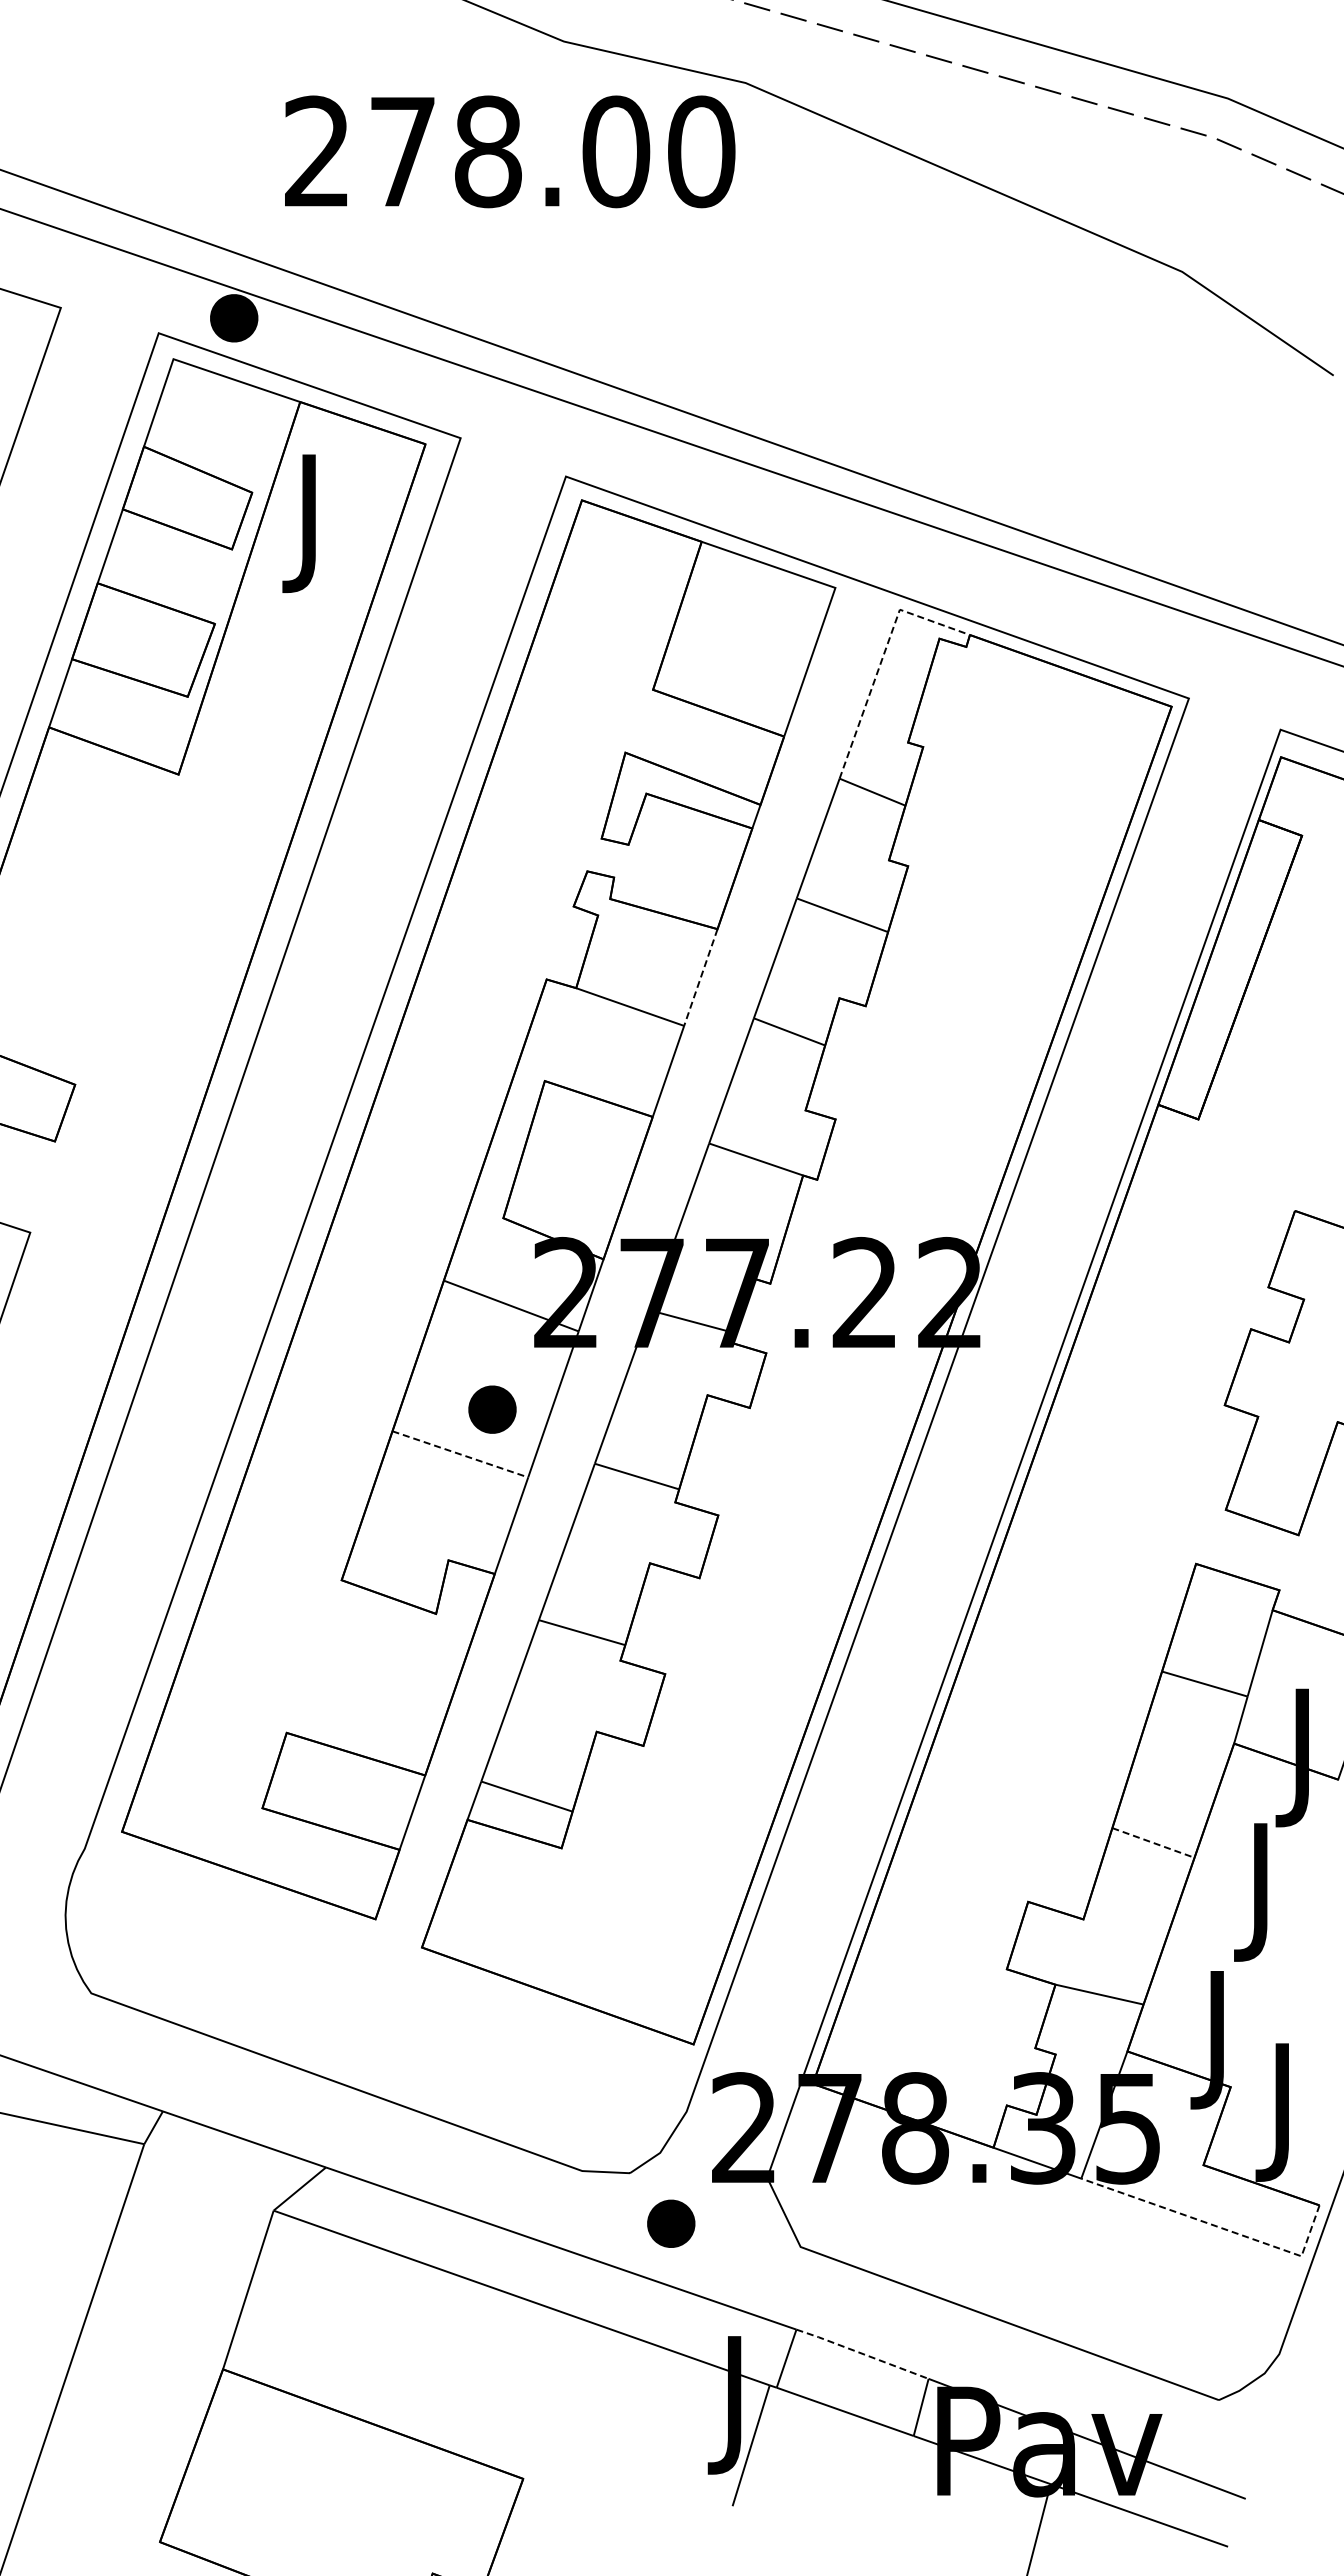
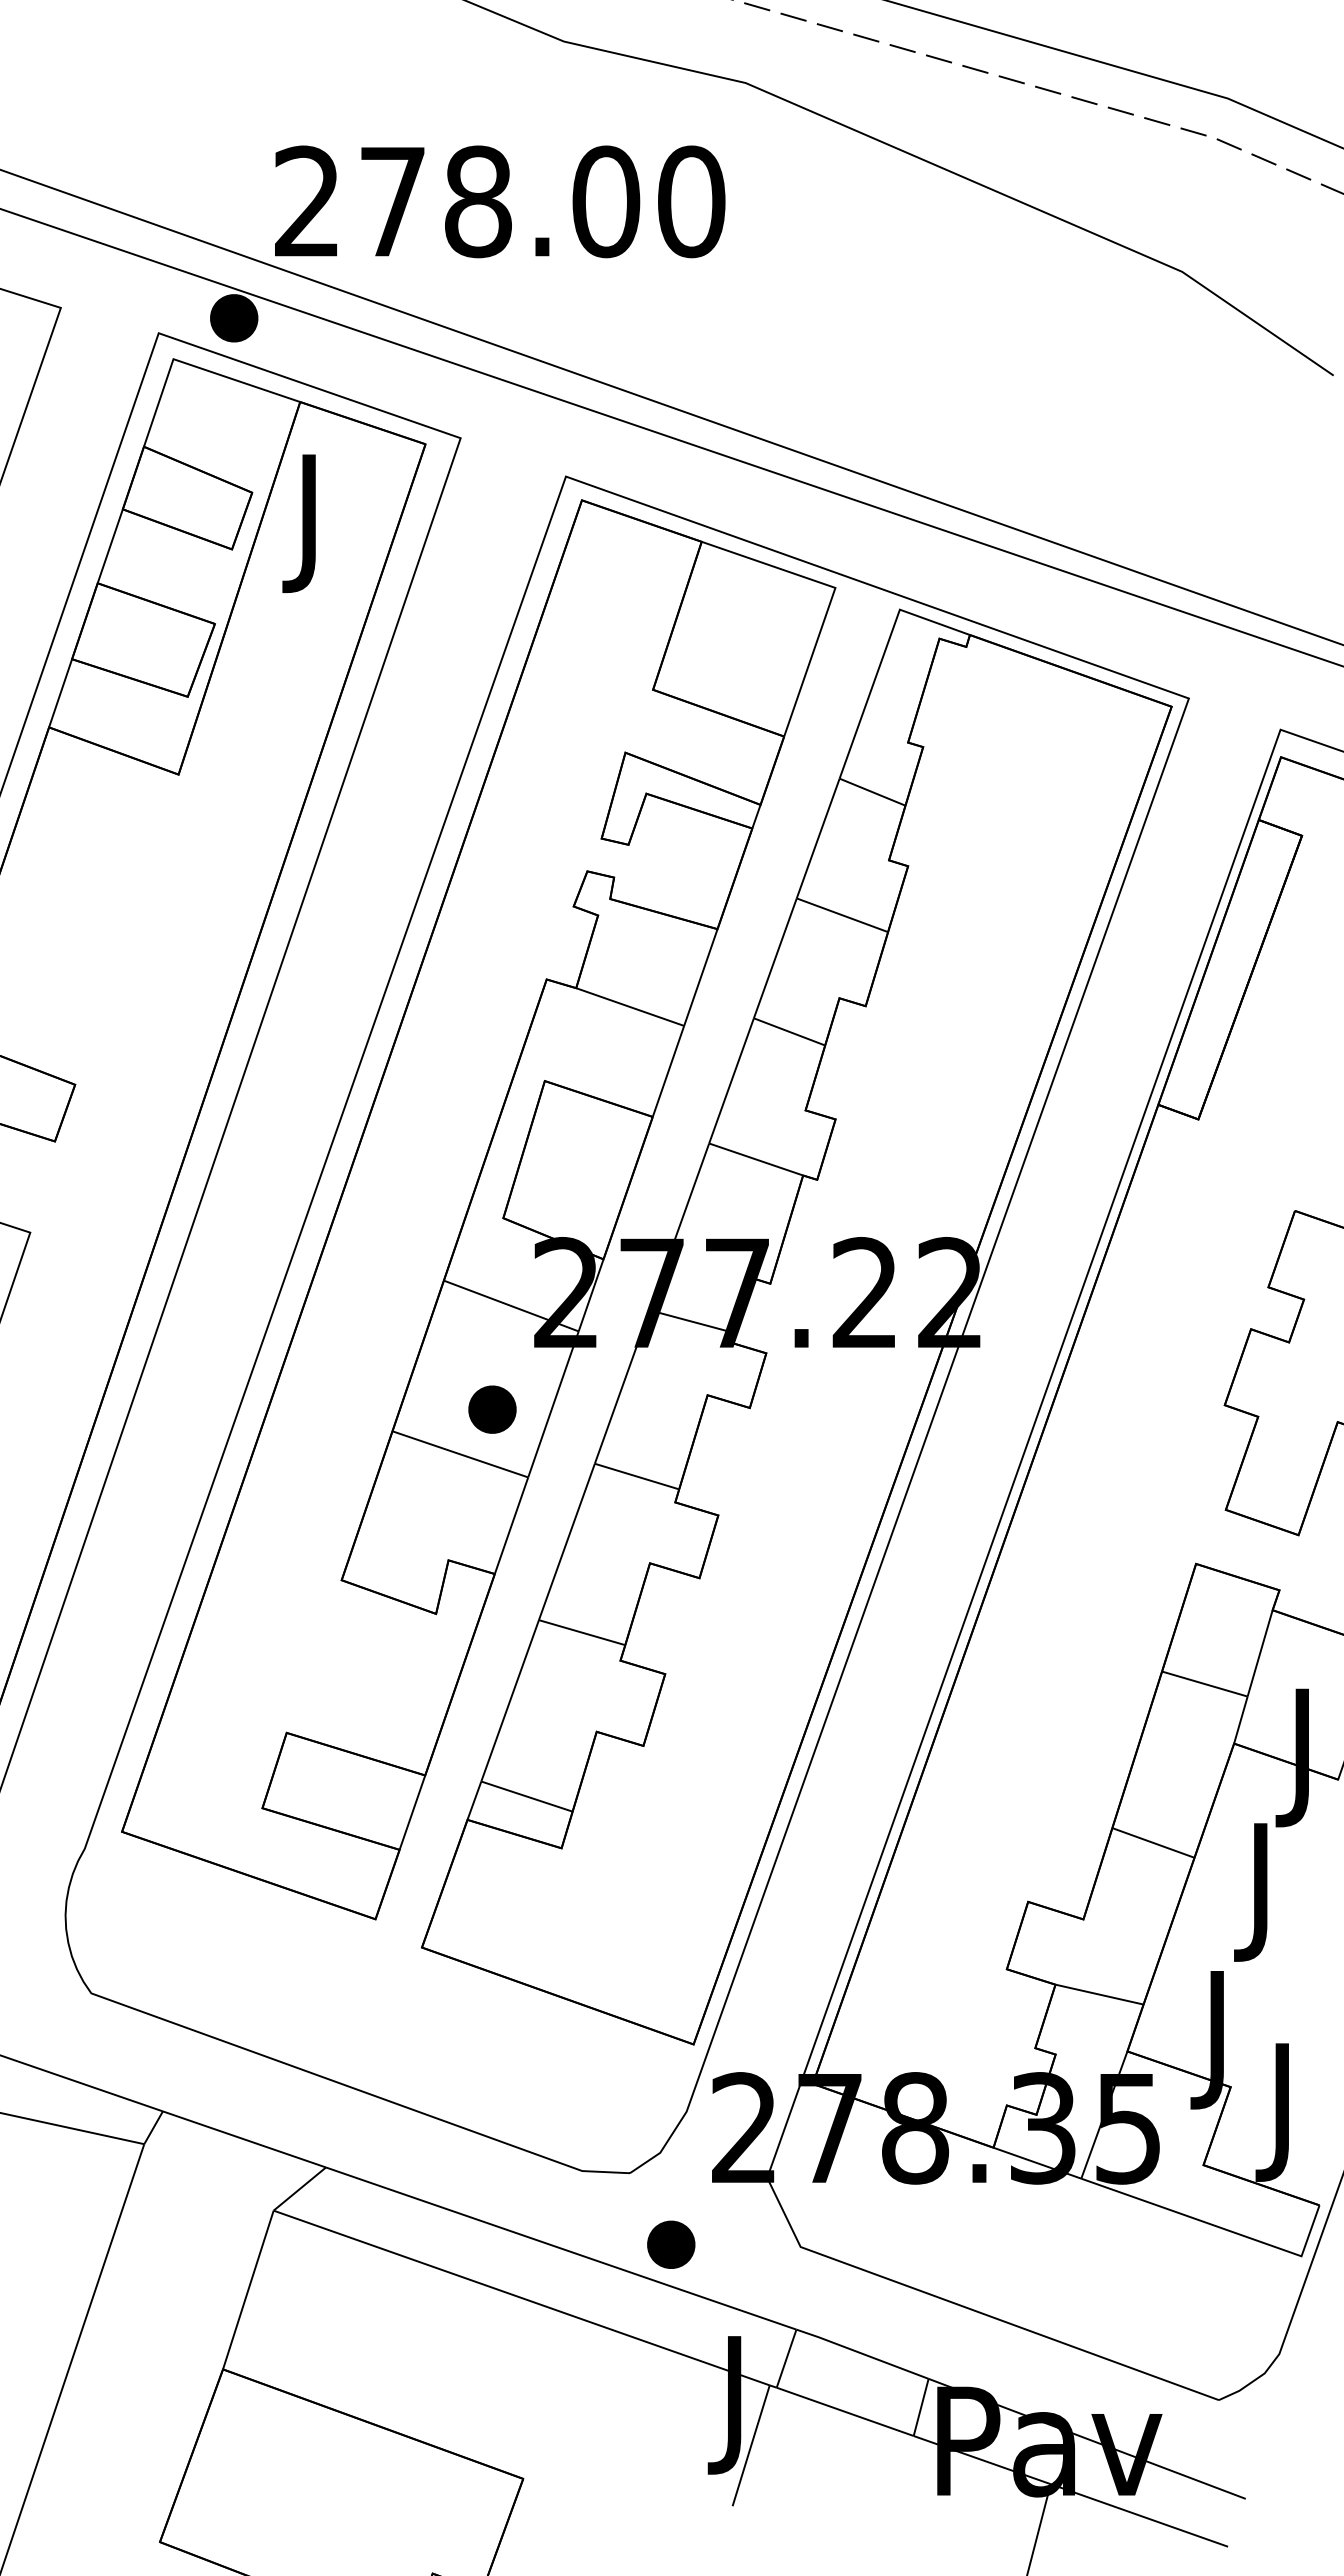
text at (510, 151) position: (510, 151) -> (500, 201)
line at (882, 658): dashed -> solid
line at (700, 978): dashed -> solid
line at (460, 1454): dashed -> solid
line at (1153, 1842): dashed -> solid
part at (671, 2223) position: (671, 2223) -> (671, 2244)
line at (1217, 2226): dashed -> solid
line at (862, 2353): dashed -> solid
